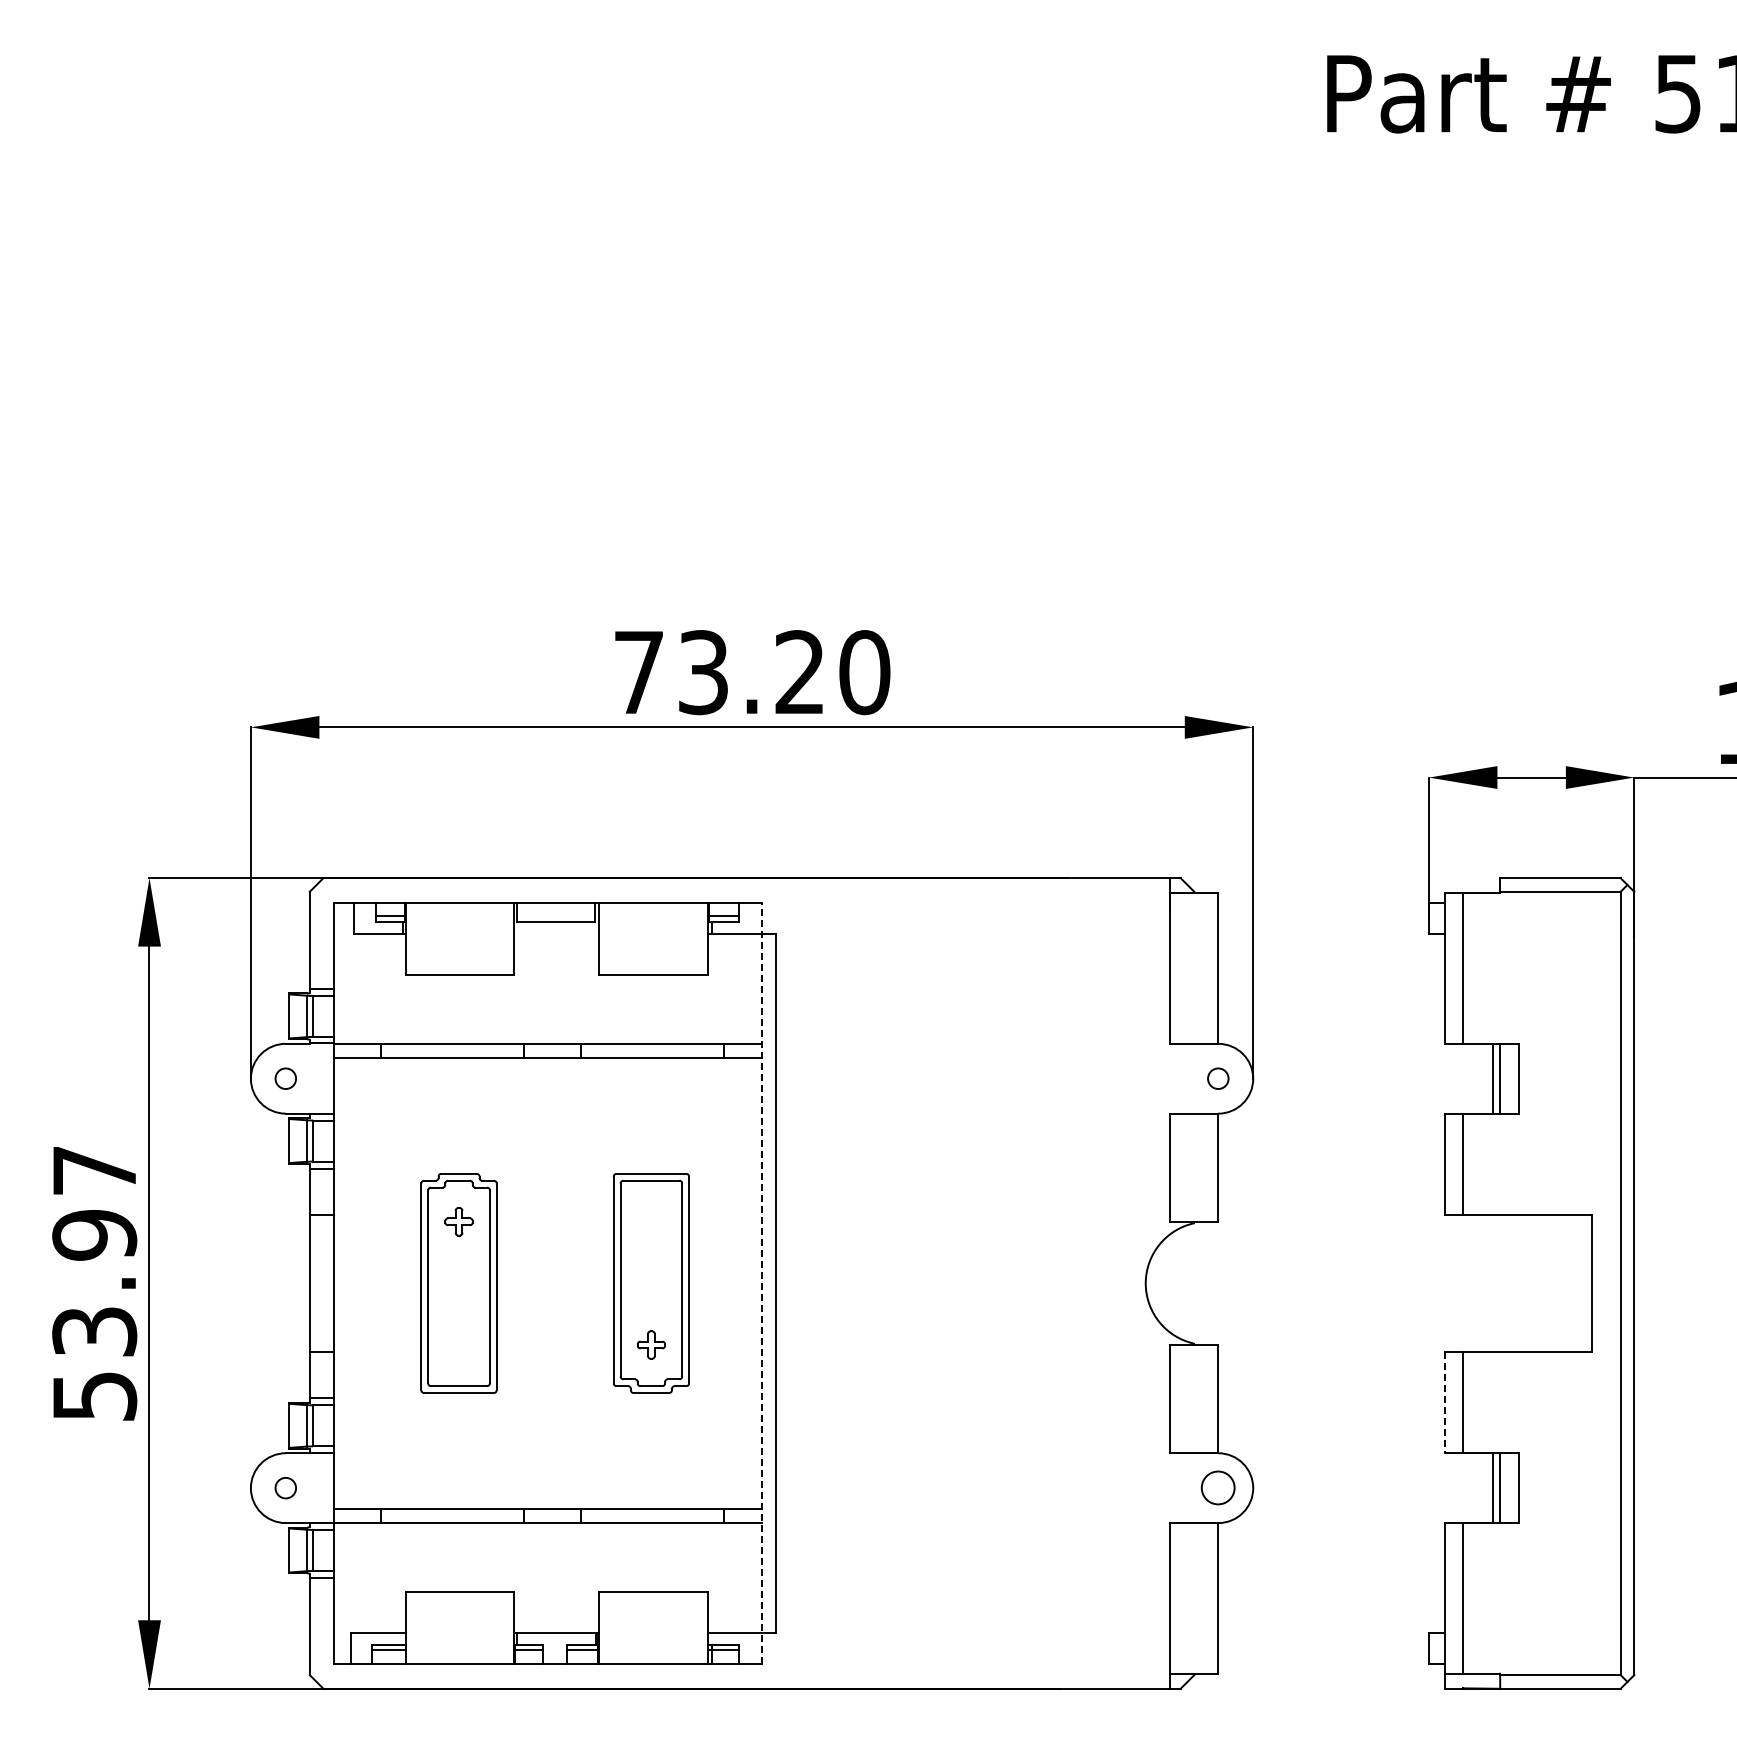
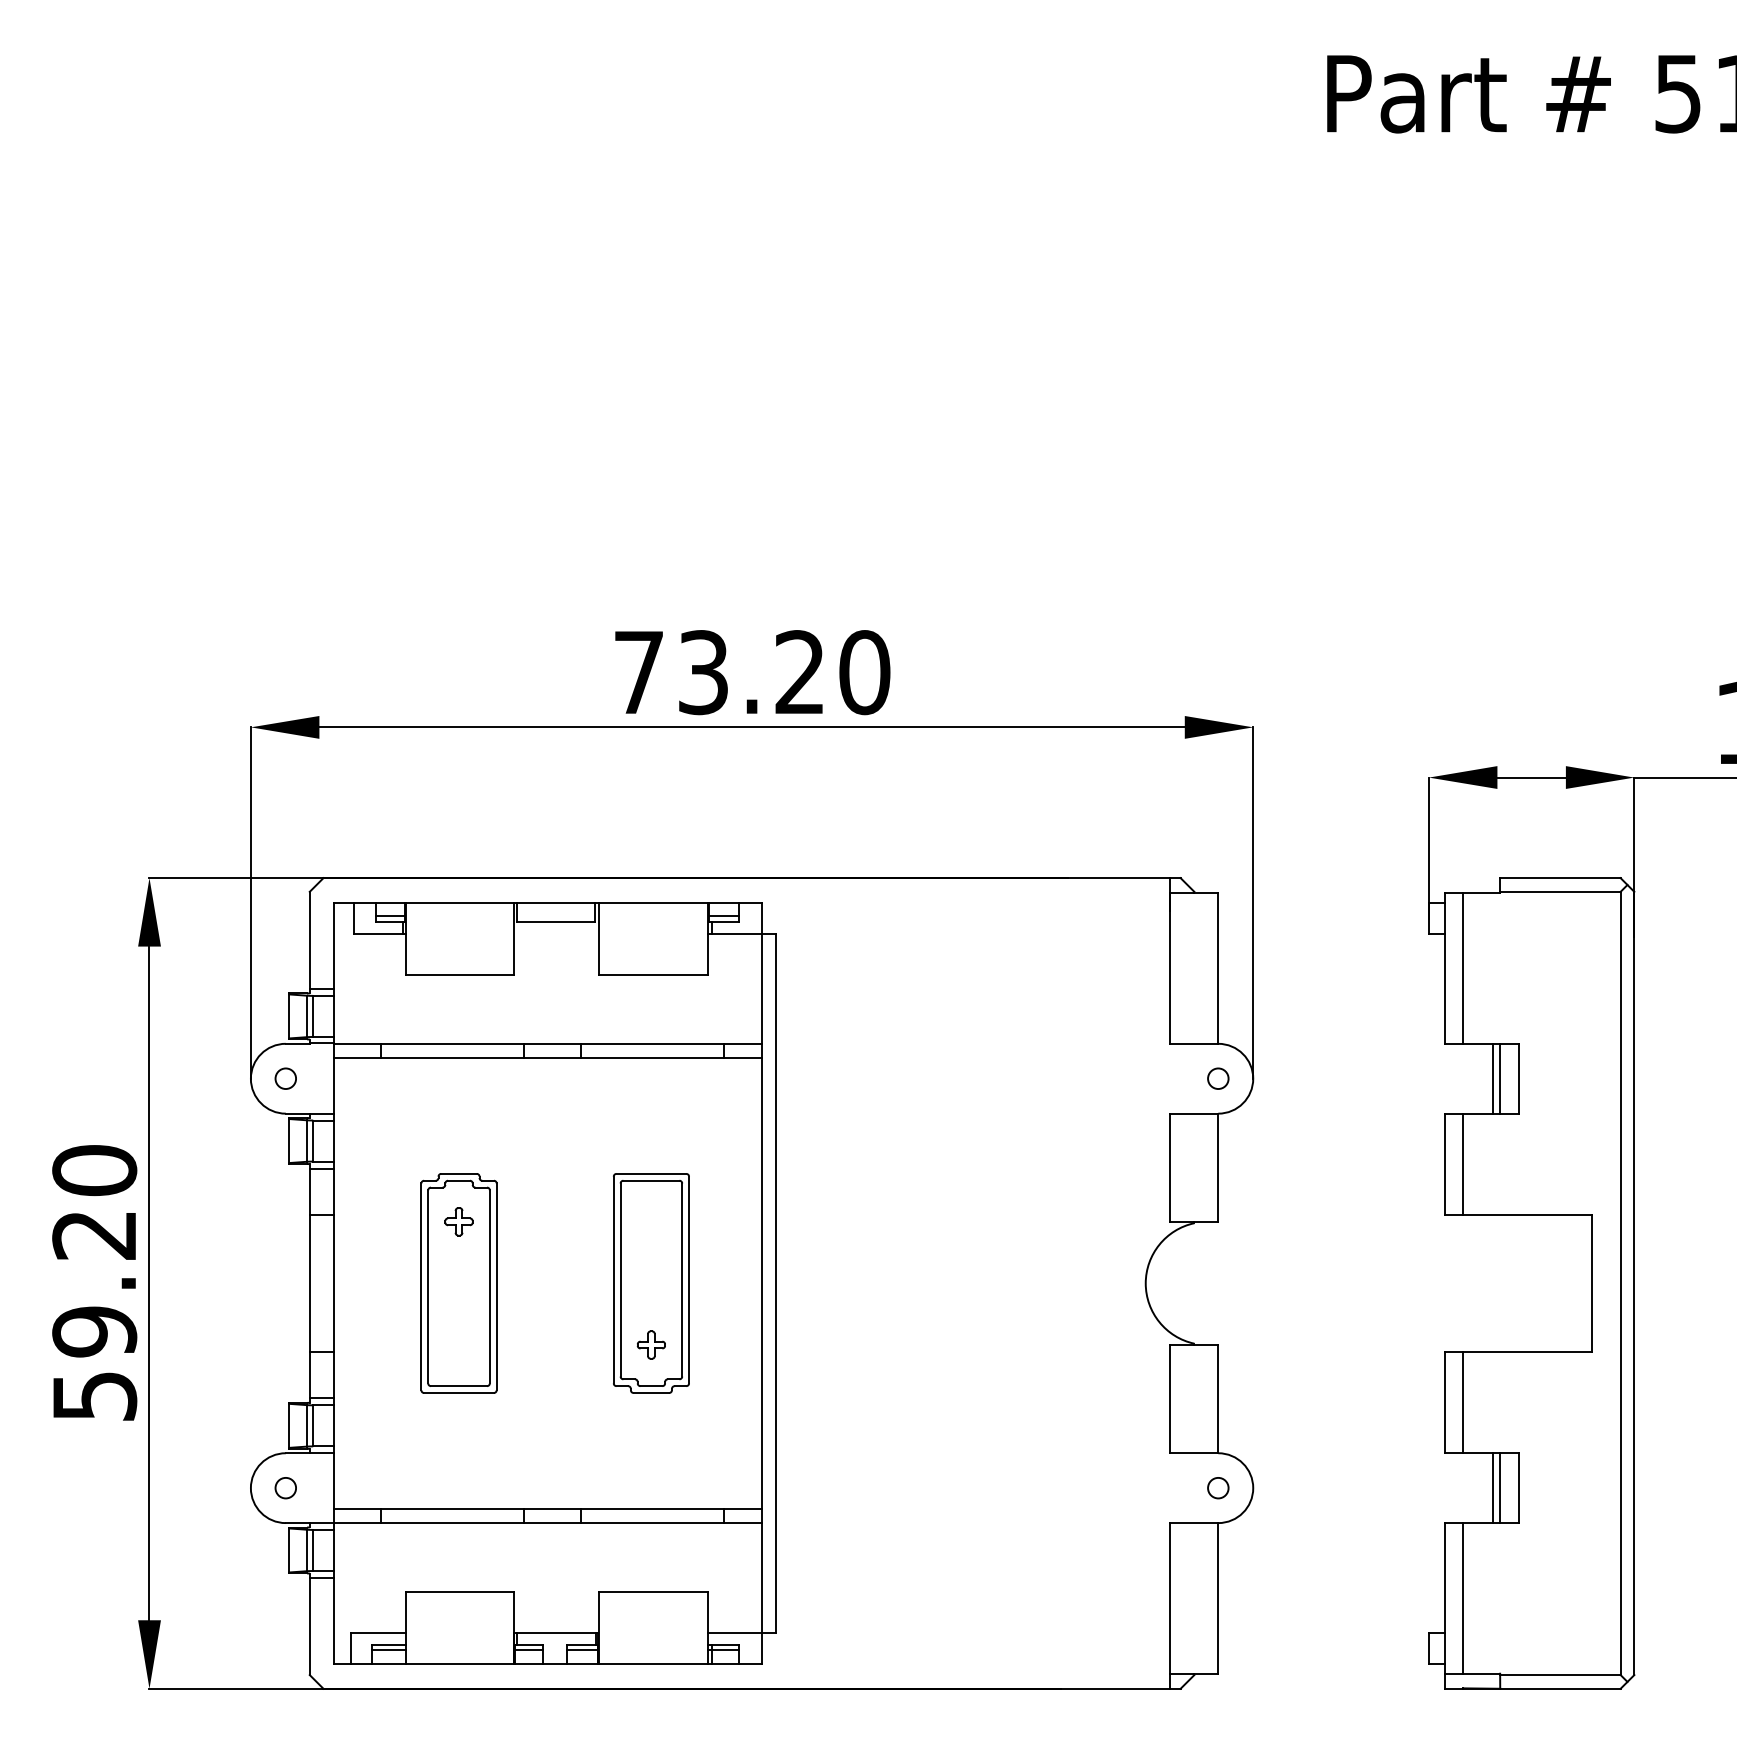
text at (94, 1251): 53.97 -> 59.20
line at (762, 1283): dashed -> solid
line at (1445, 1402): dashed -> solid
circle at (1217, 1487) size: 36x36 px -> 23x23 px
